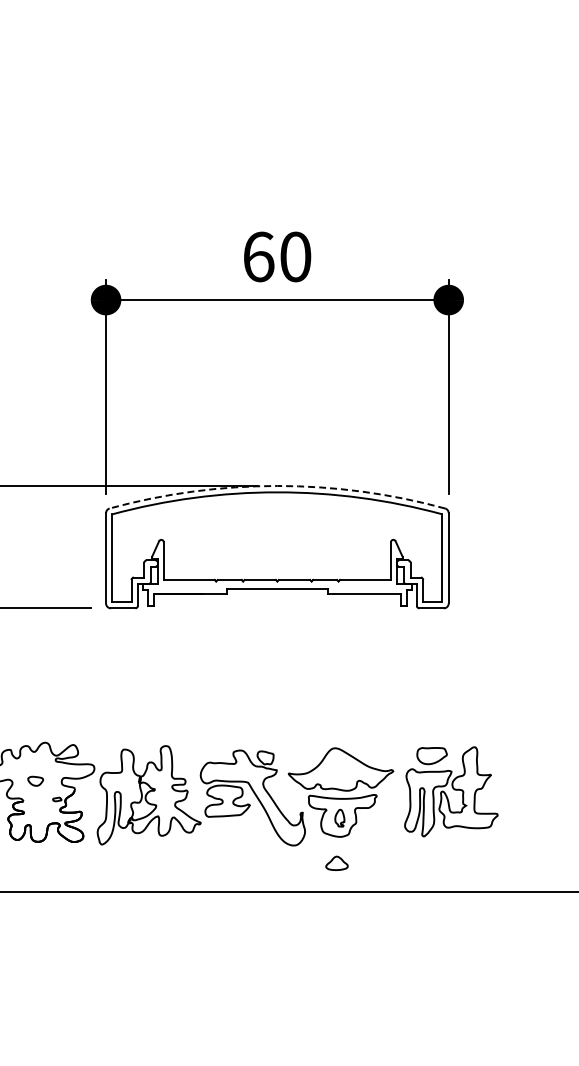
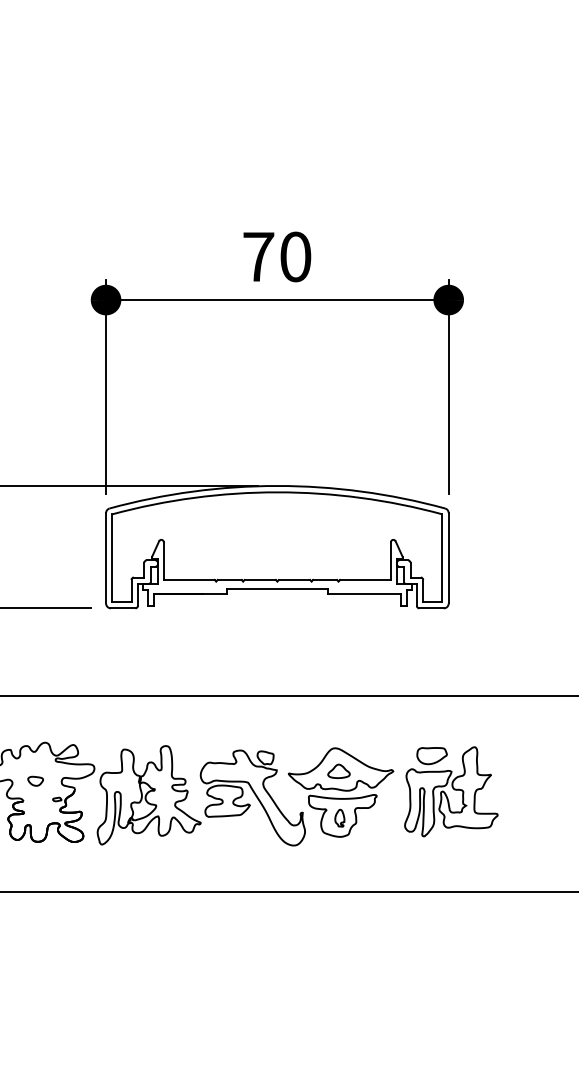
text at (258, 256): 60 -> 70
arc at (277, 485): dashed -> solid
line at (288, 696): none -> present
curve at (332, 861) position: (332, 861) -> (334, 769)
